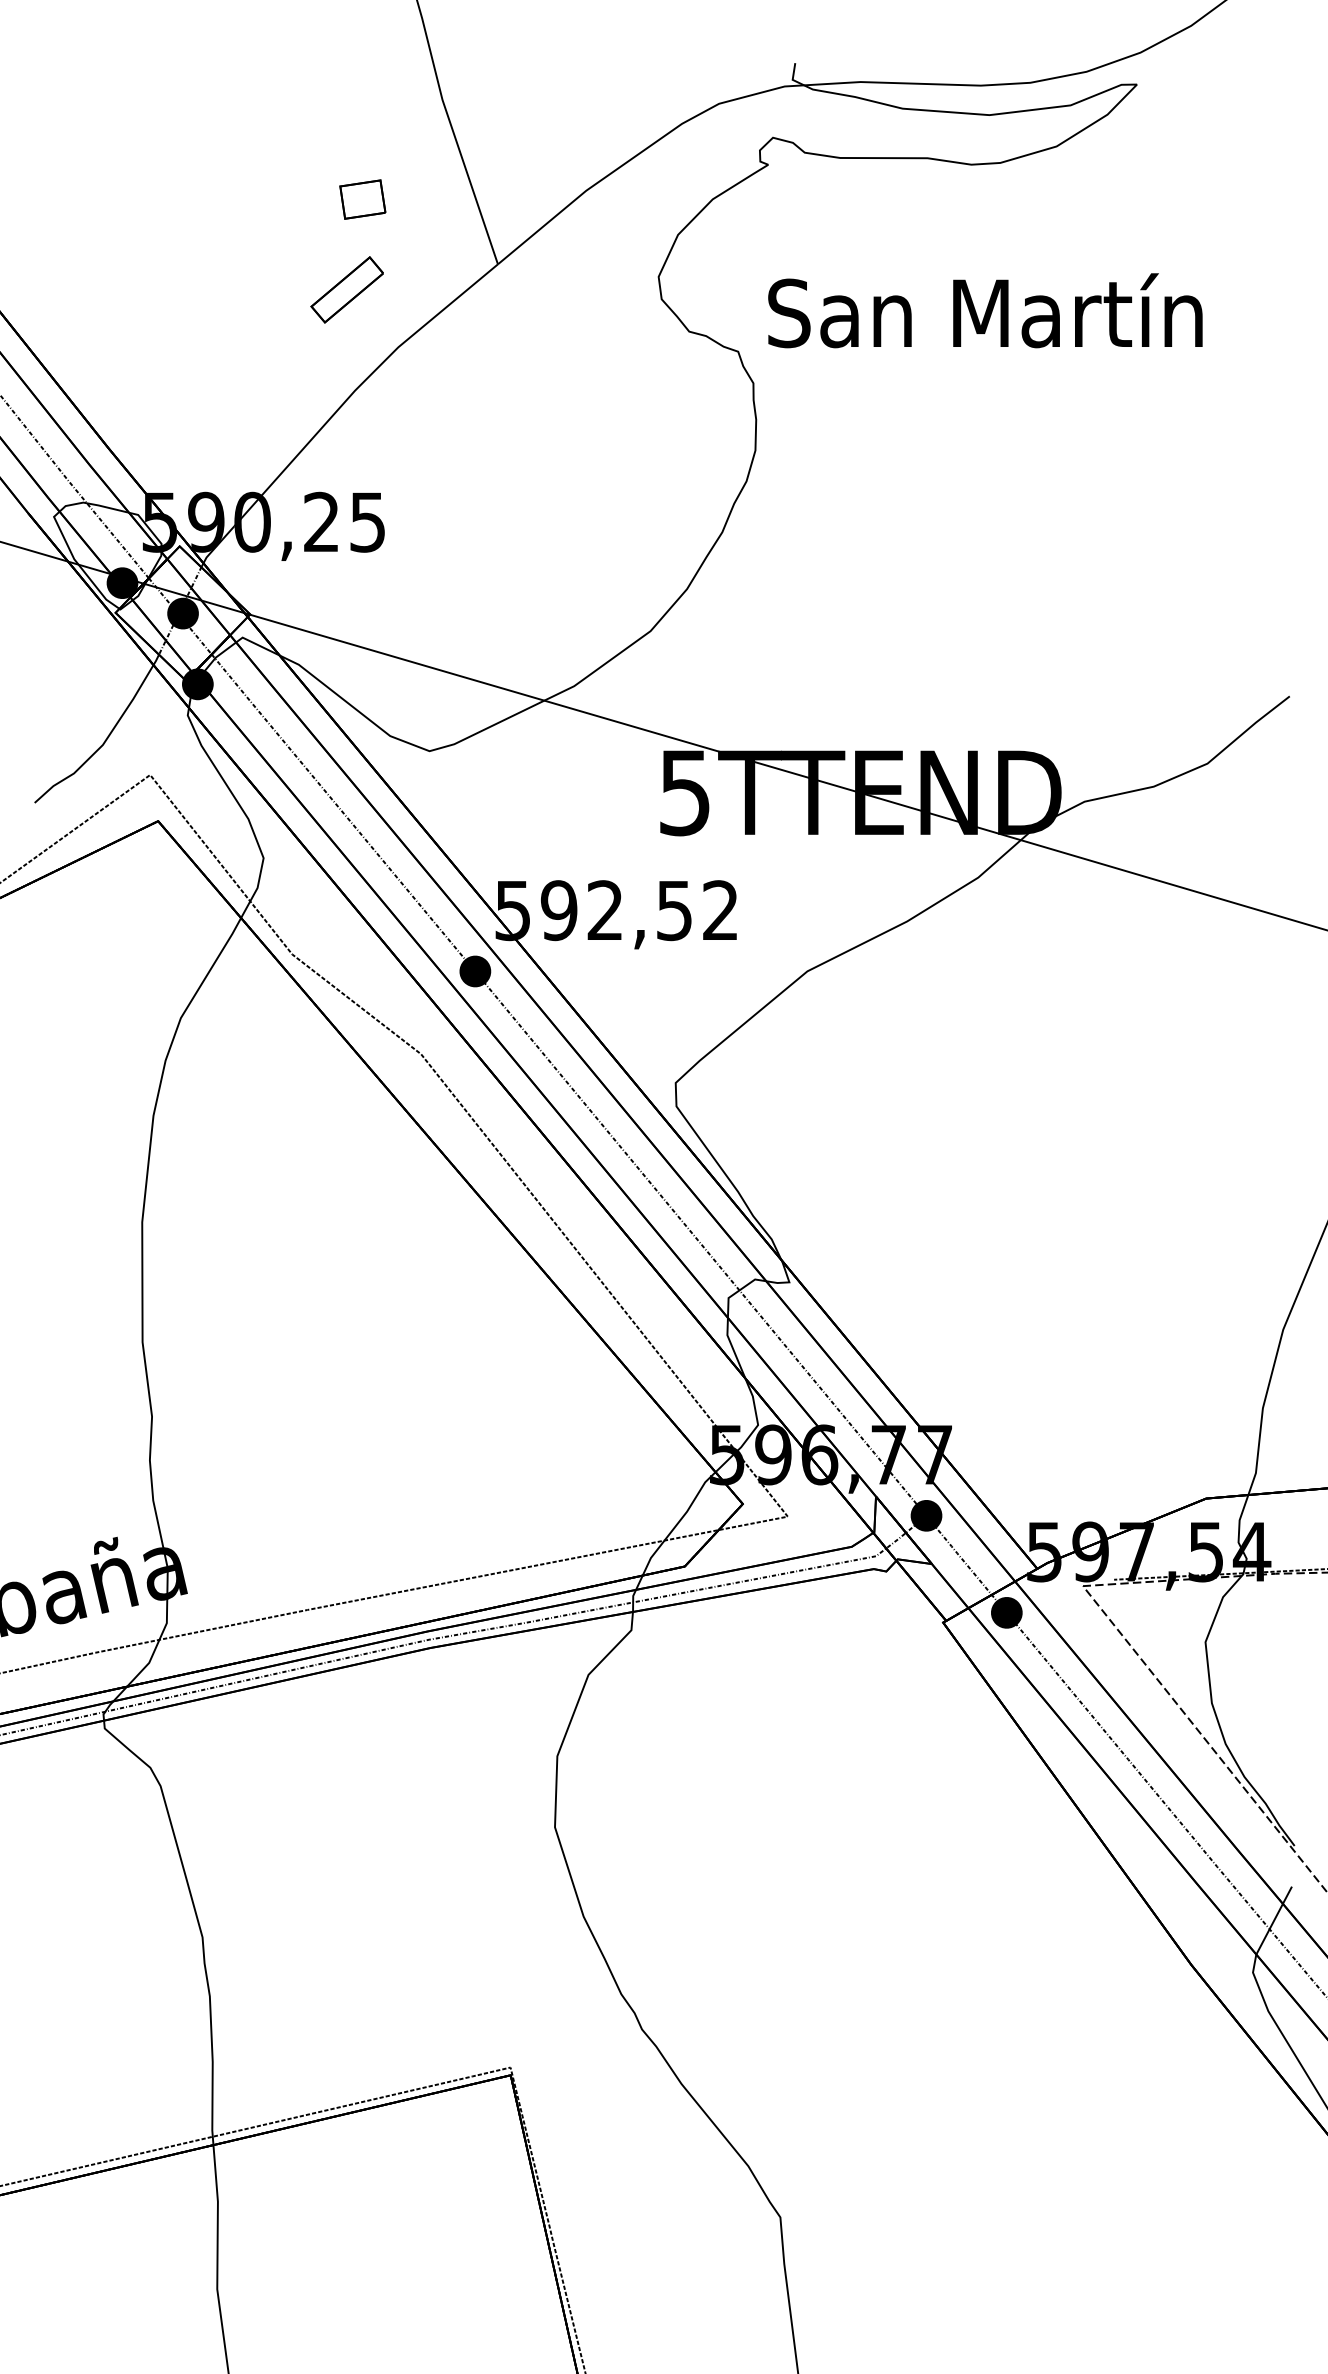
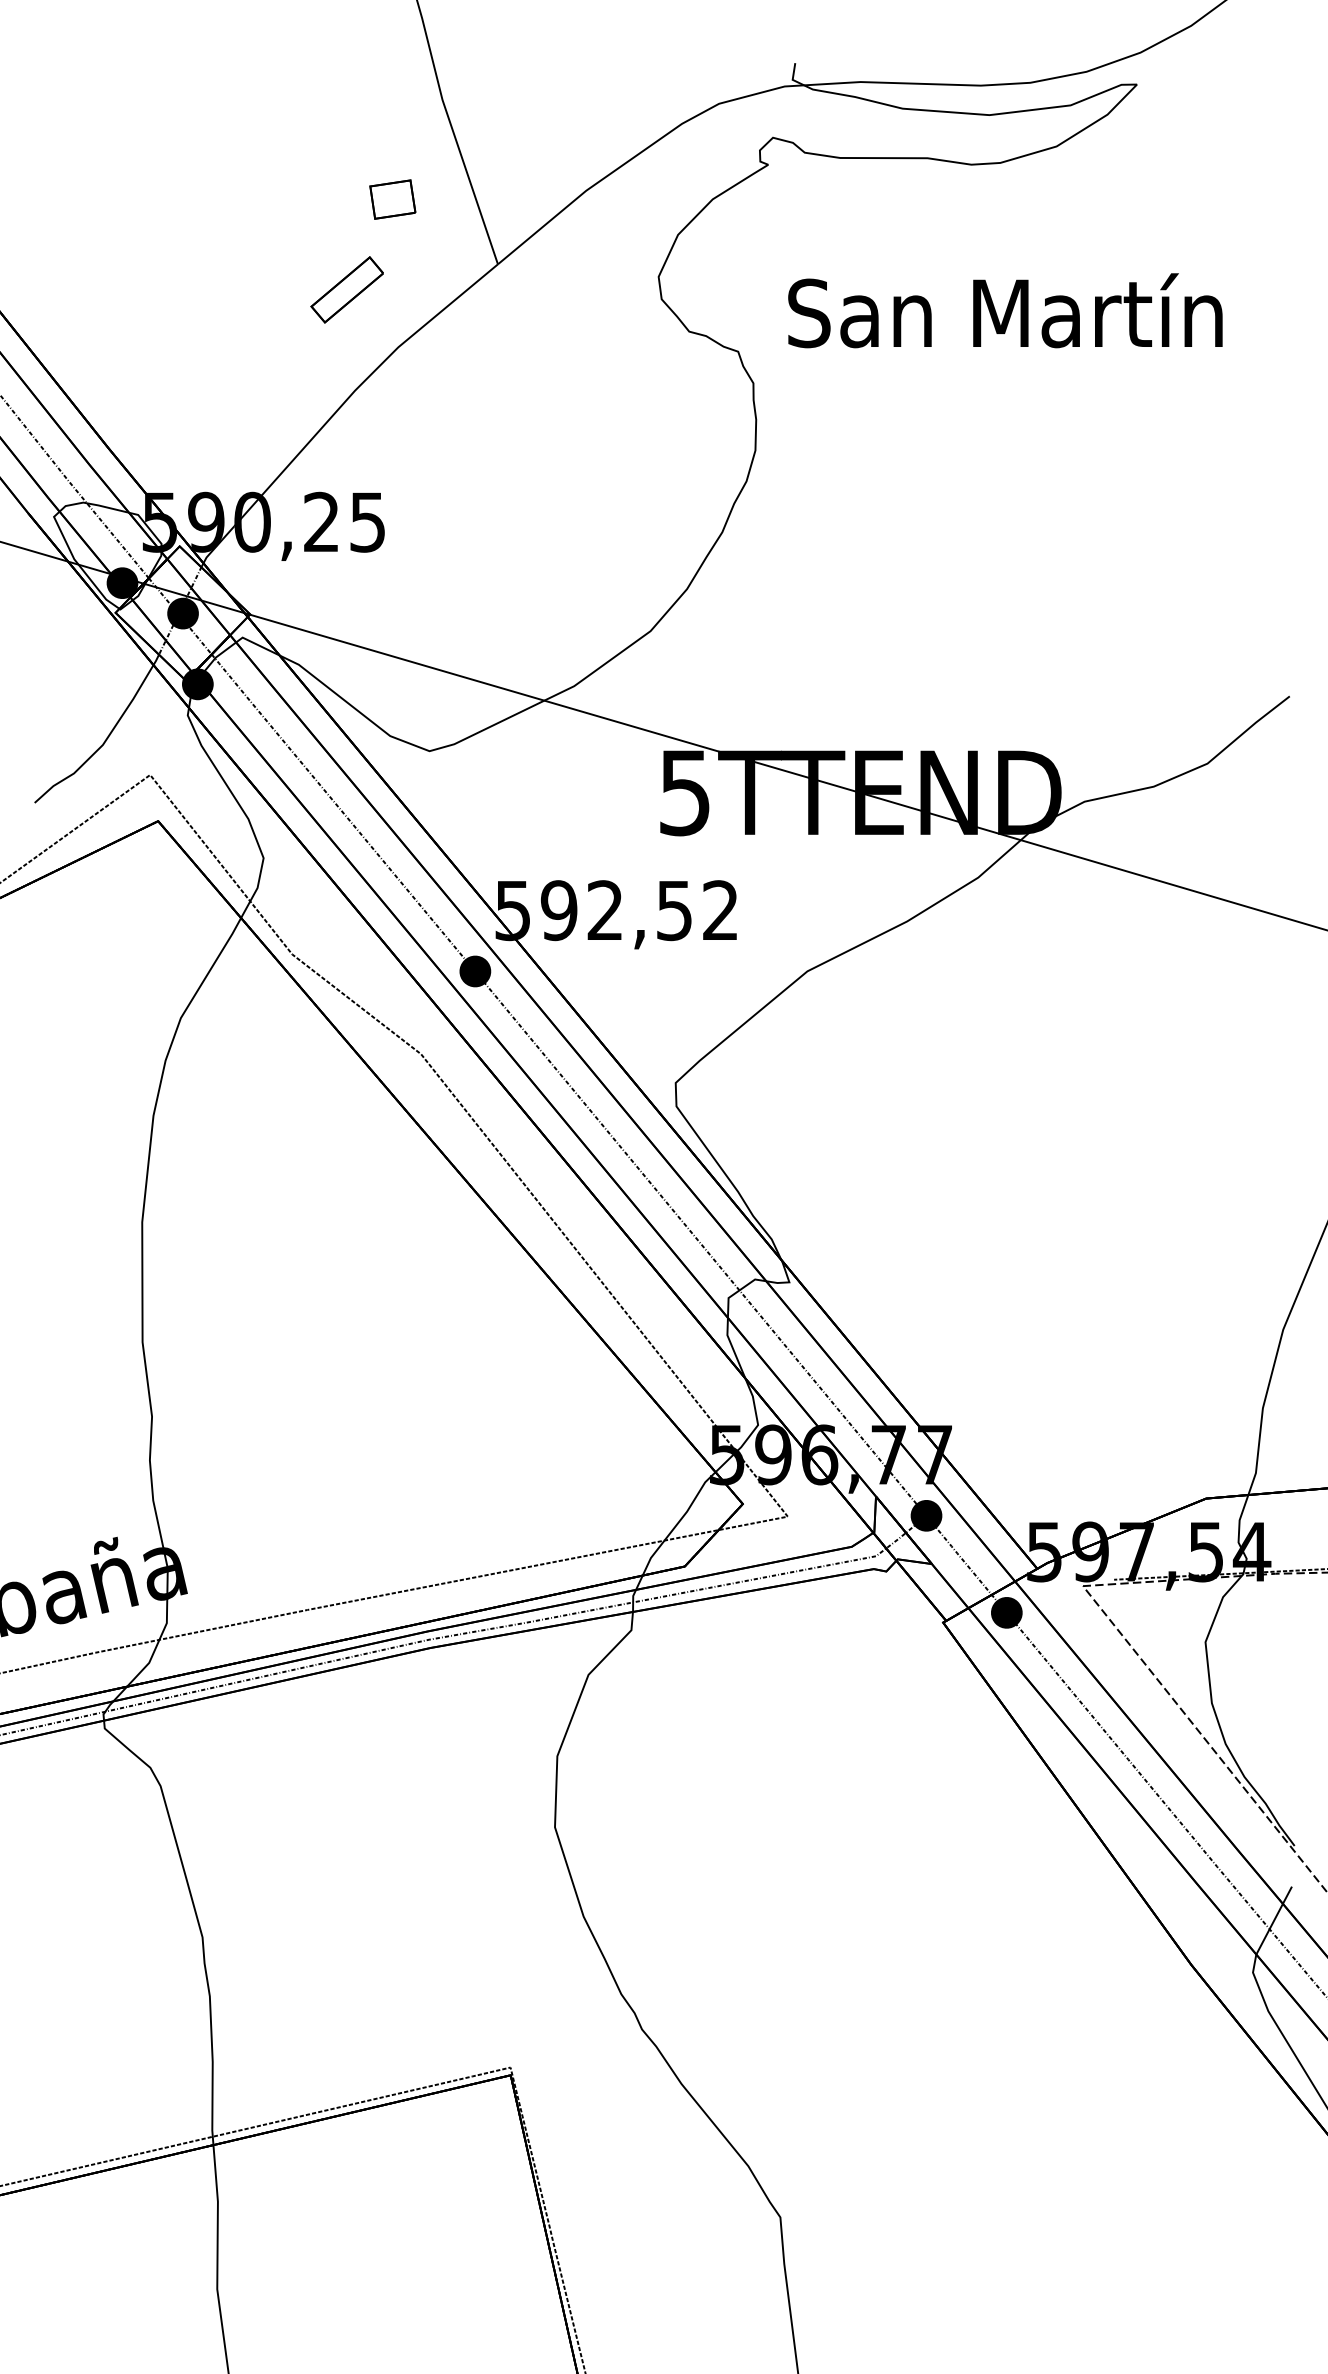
part at (362, 199) position: (362, 199) -> (392, 199)
text at (985, 310) position: (985, 310) -> (1005, 310)
